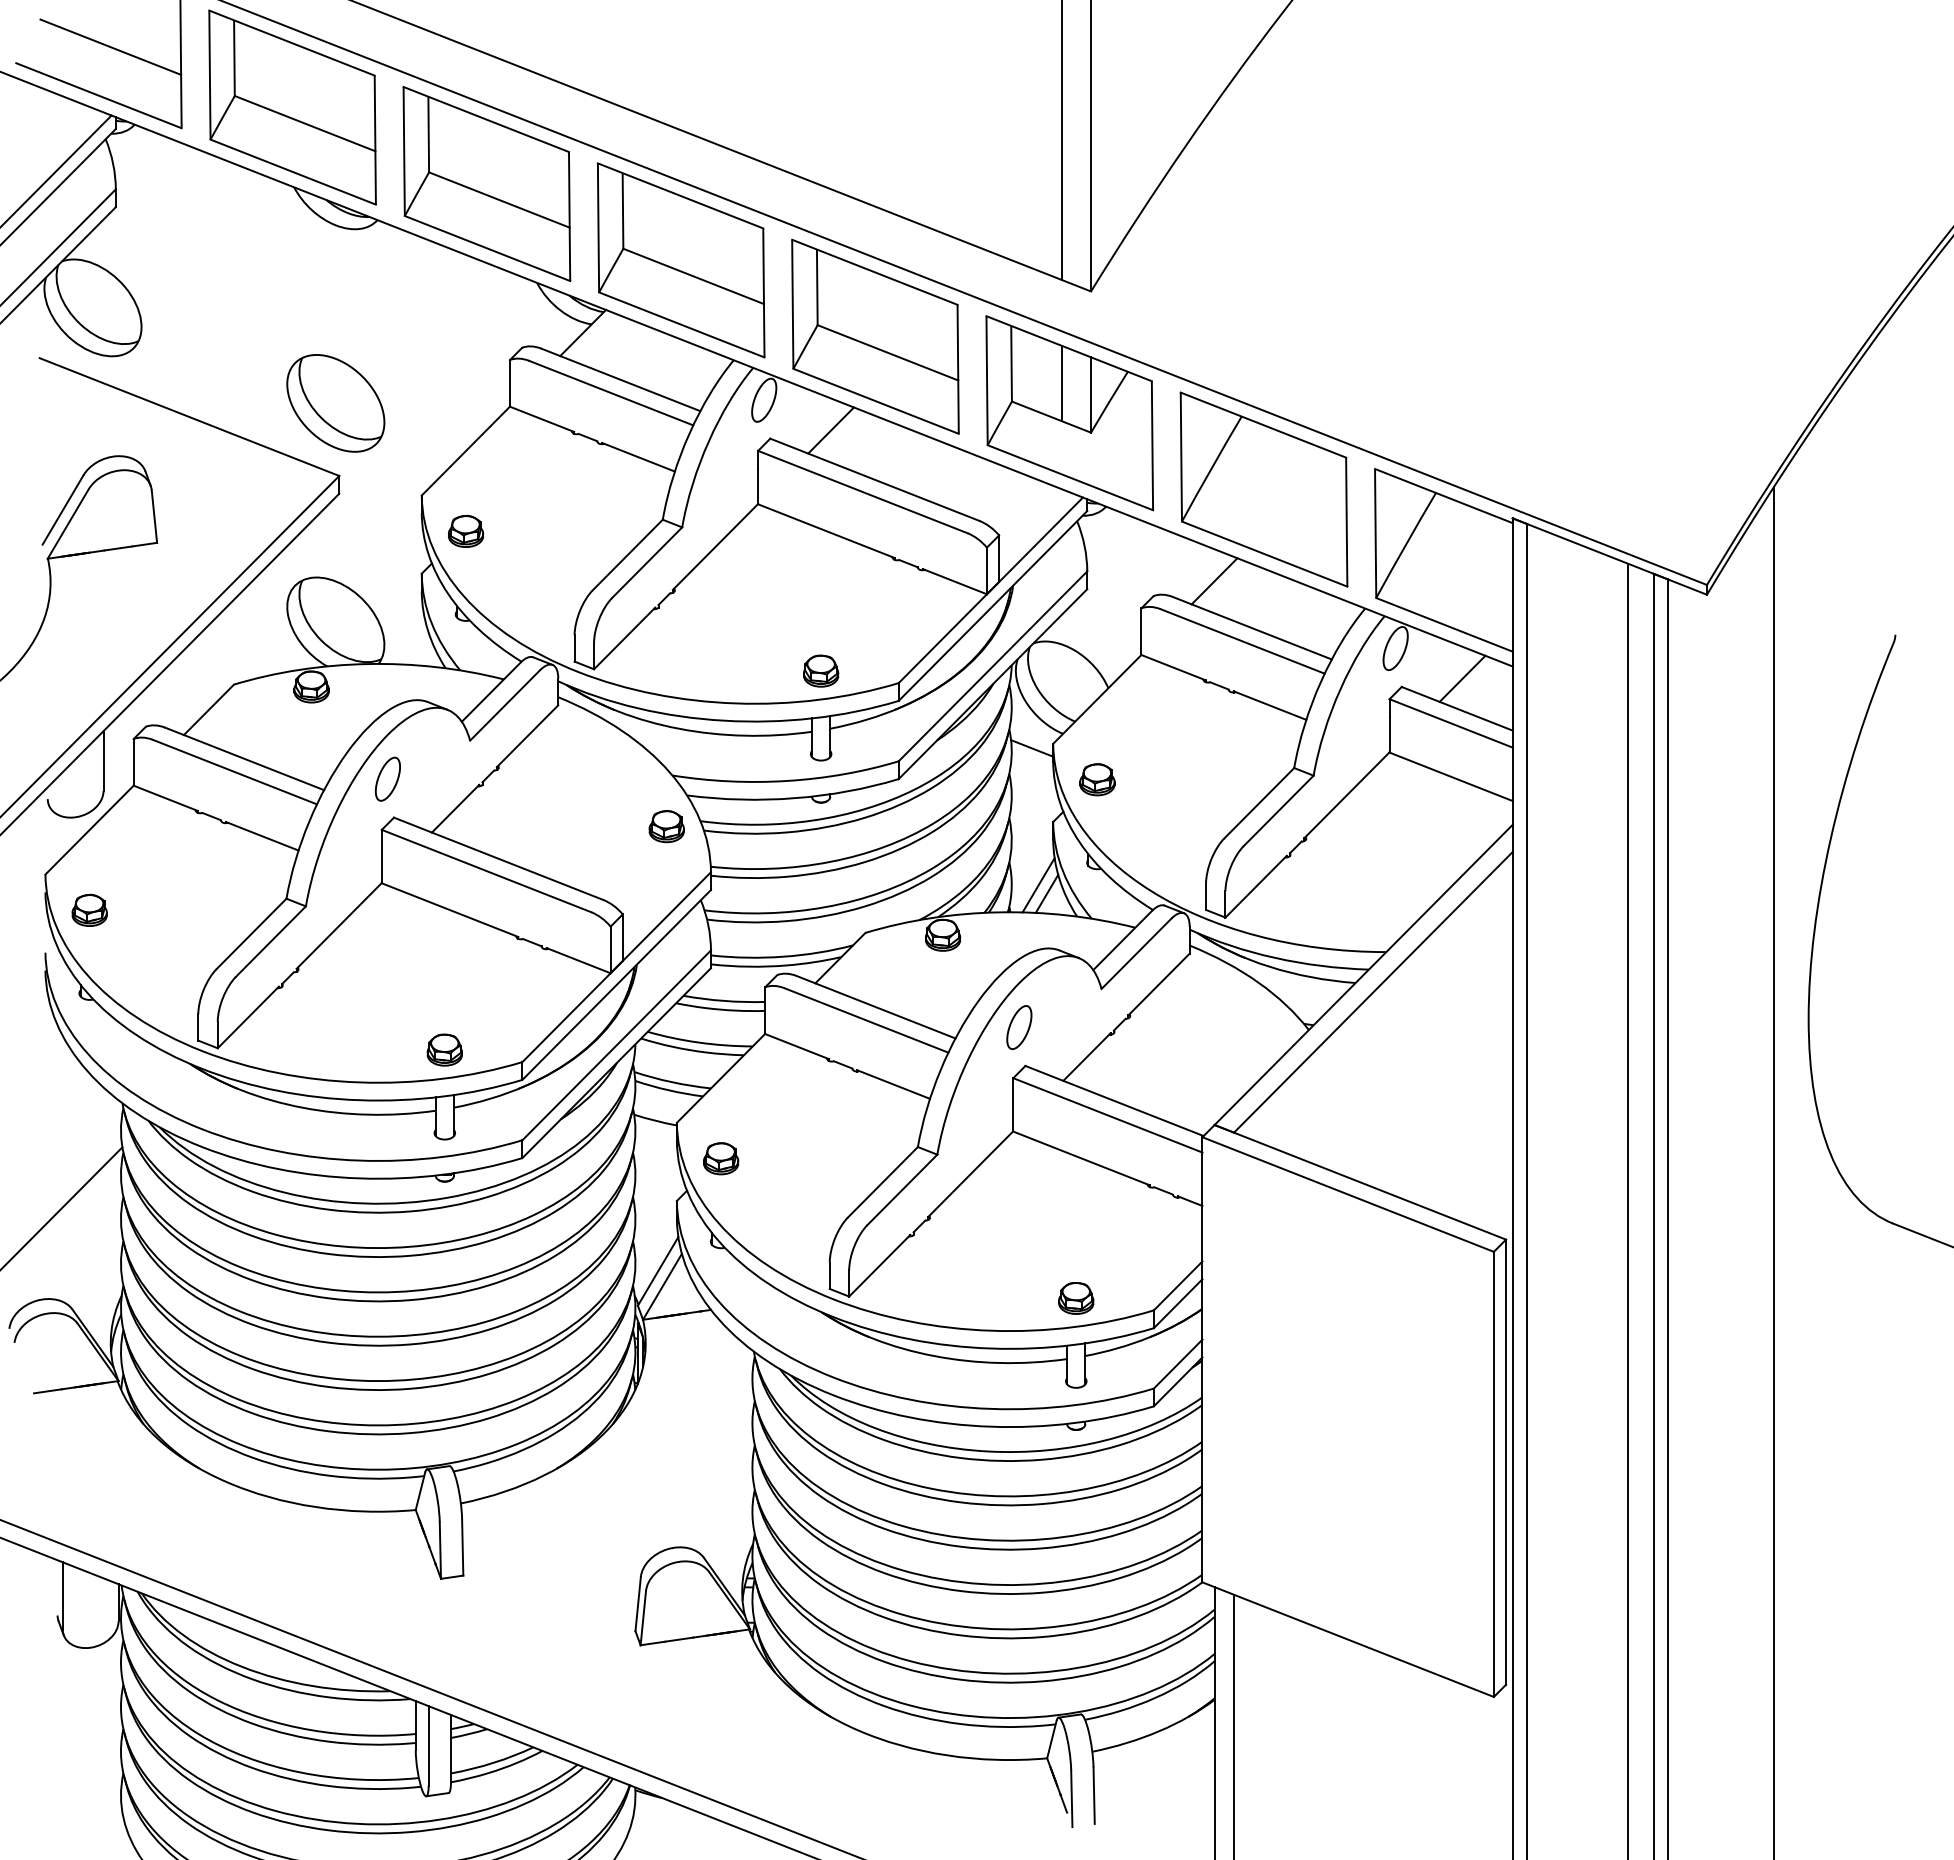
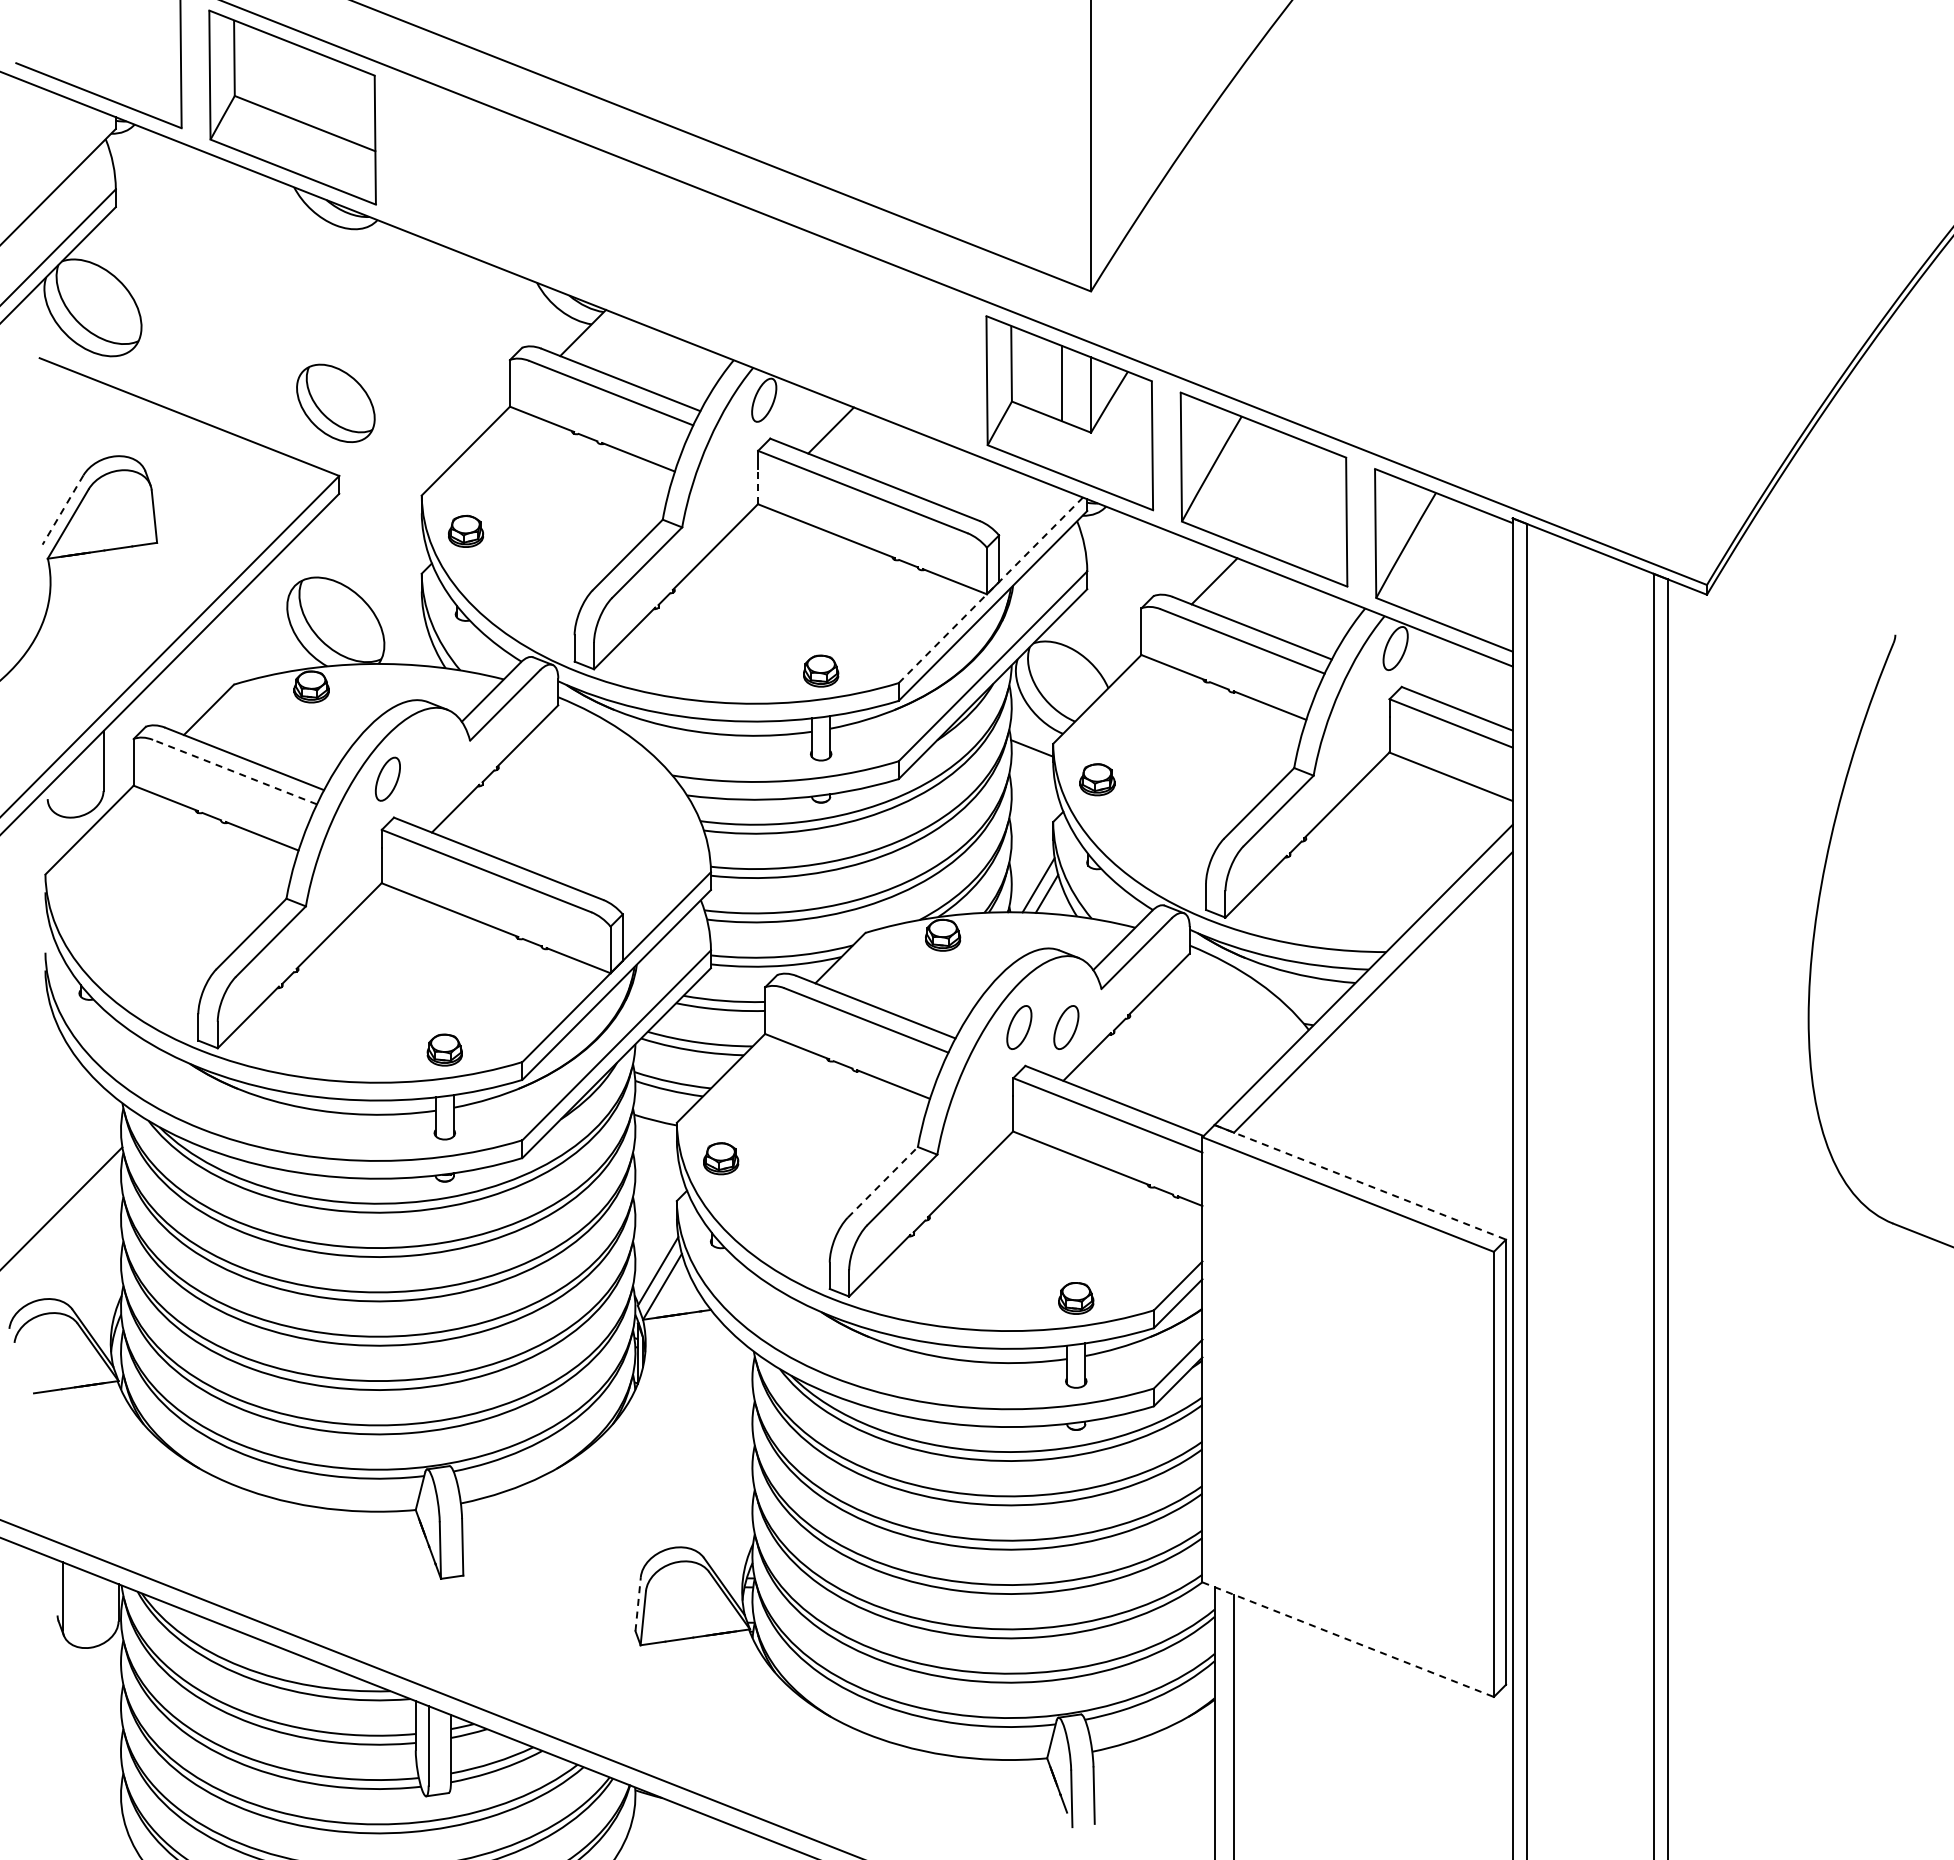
line at (110, 46): present -> none
line at (1061, 141): present -> none
line at (56, 170): present -> none
part at (486, 184): present -> none
part at (680, 260): present -> none
part at (875, 336): present -> none
part at (335, 403) size: 100x99 px -> 80x80 px
line at (758, 486): solid -> dashed
line at (62, 510): solid -> dashed
line at (990, 590): solid -> dashed
line at (1462, 678): present -> none
line at (234, 771): solid -> dashed
part at (666, 826): present -> none
part at (89, 909): present -> none
part at (1066, 1027): none -> present
line at (1773, 1171): present -> none
line at (882, 1182): solid -> dashed
line at (1360, 1182): solid -> dashed
line at (1628, 1209): present -> none
line at (638, 1603): solid -> dashed
line at (1348, 1639): solid -> dashed
